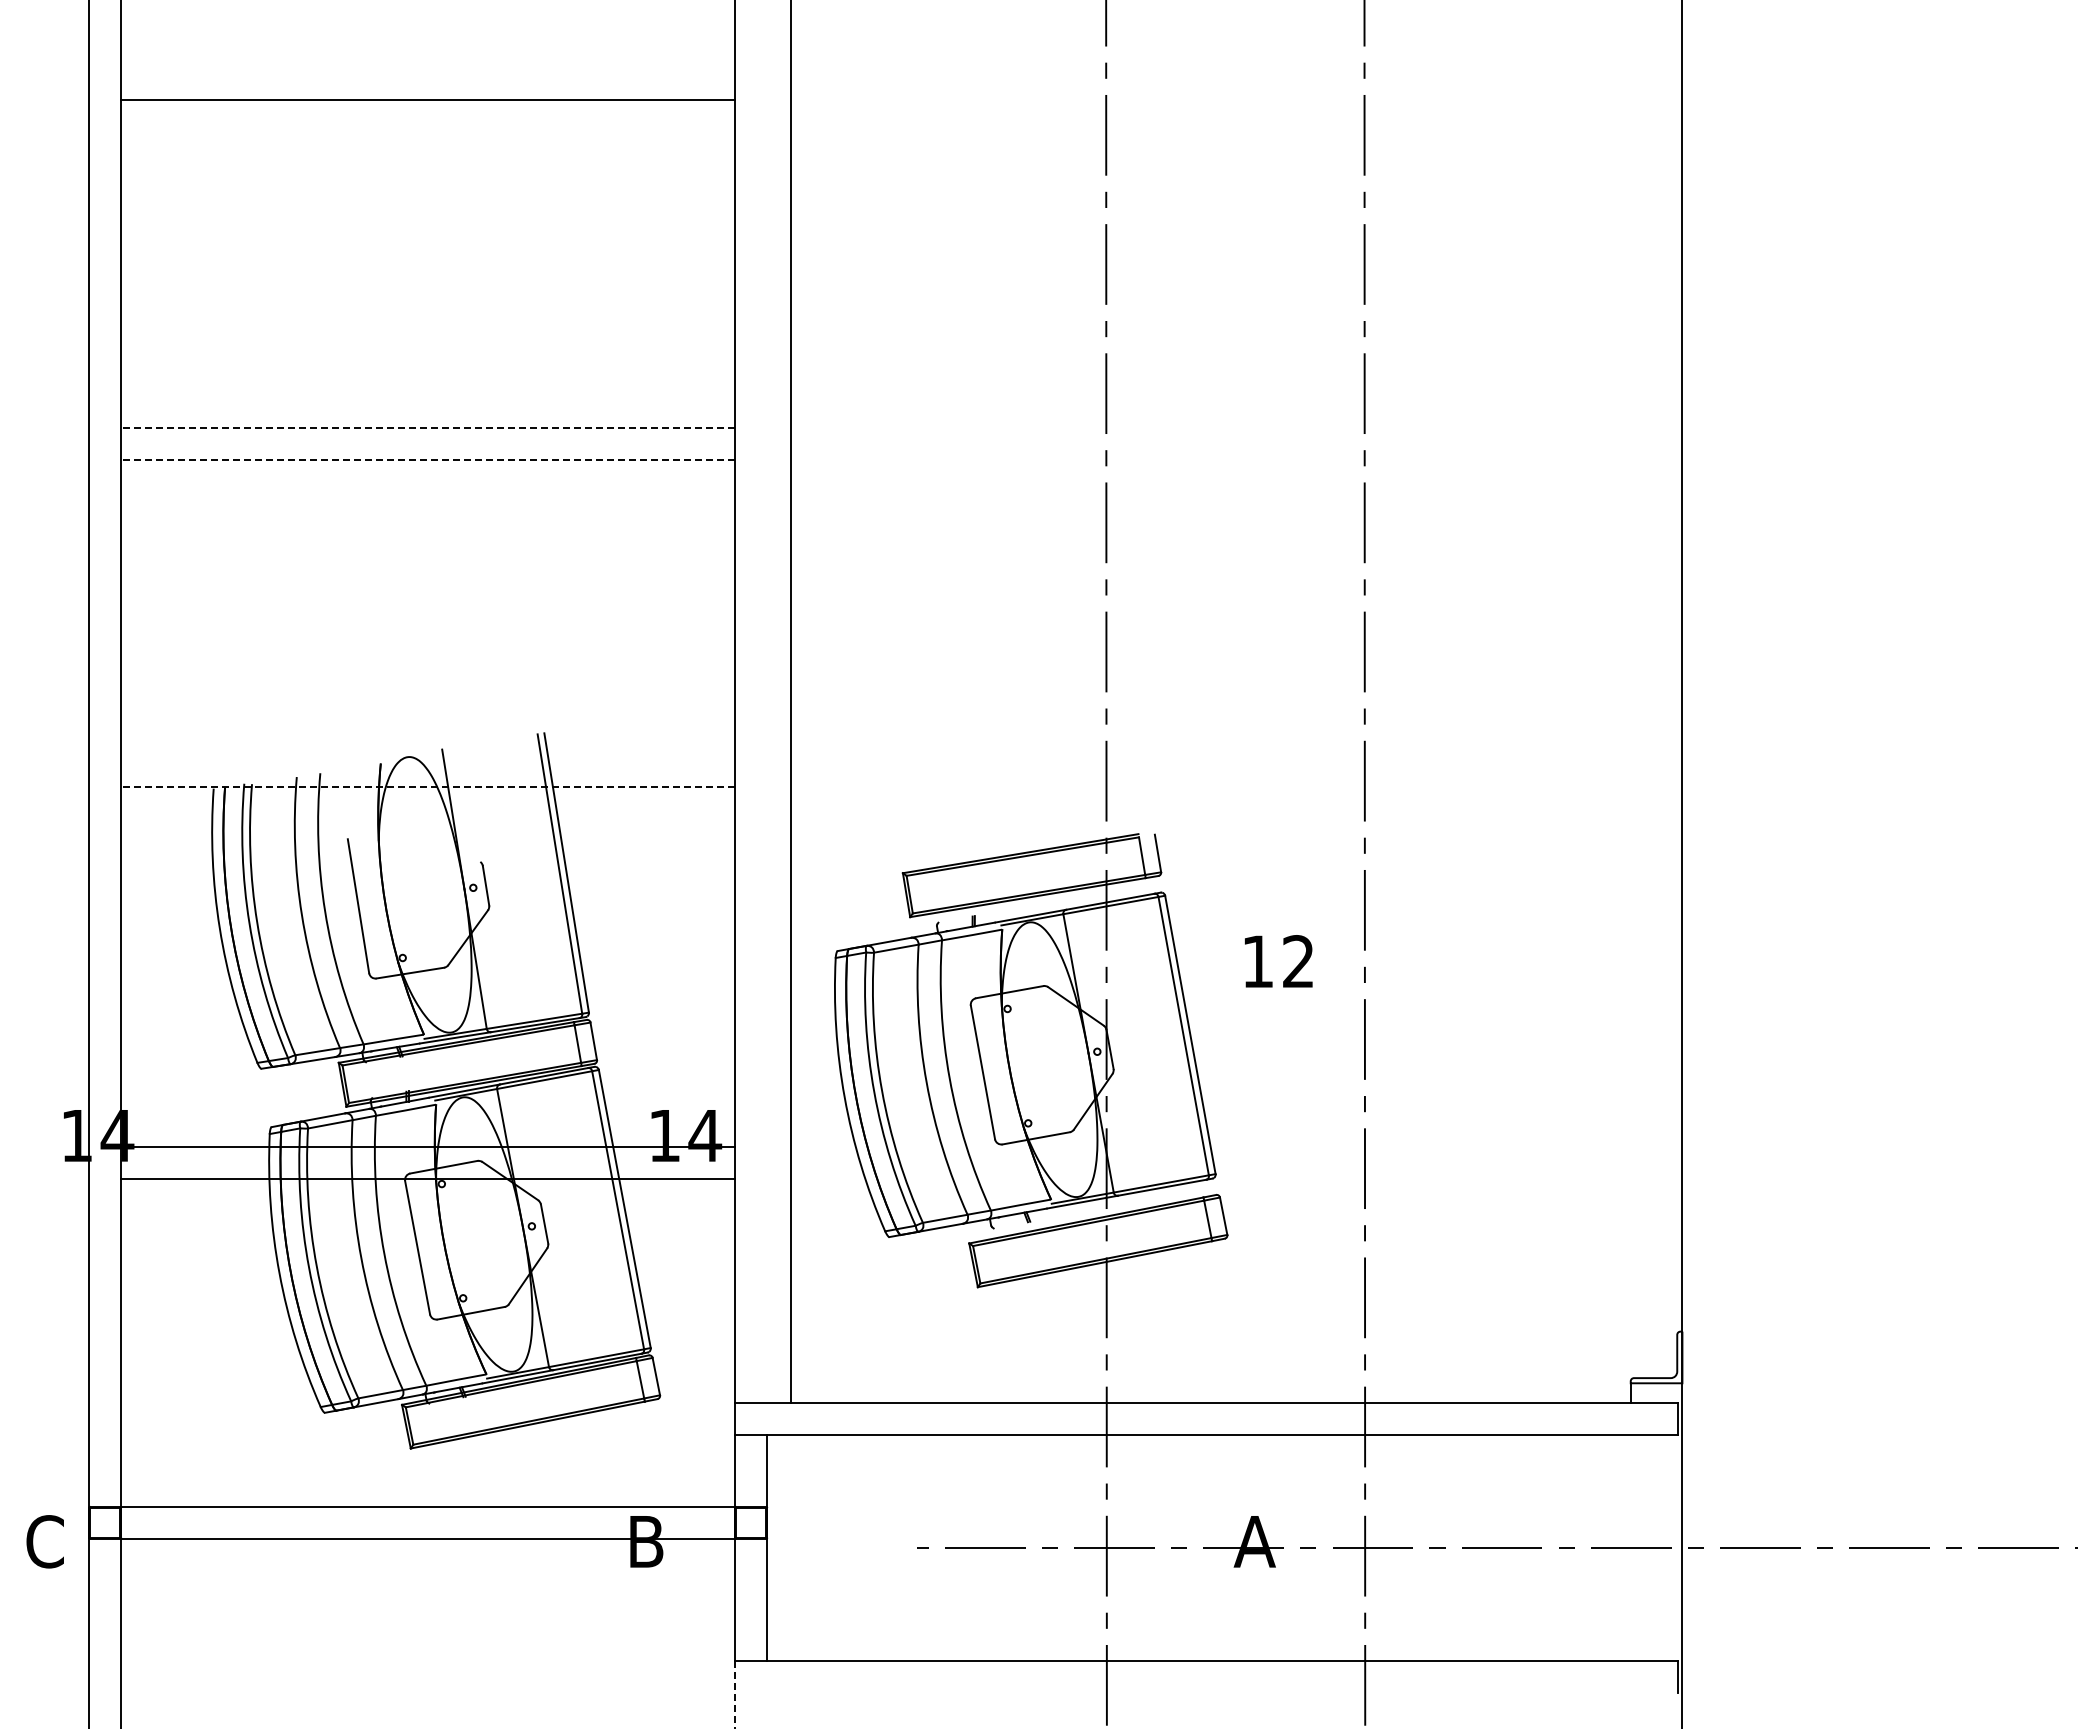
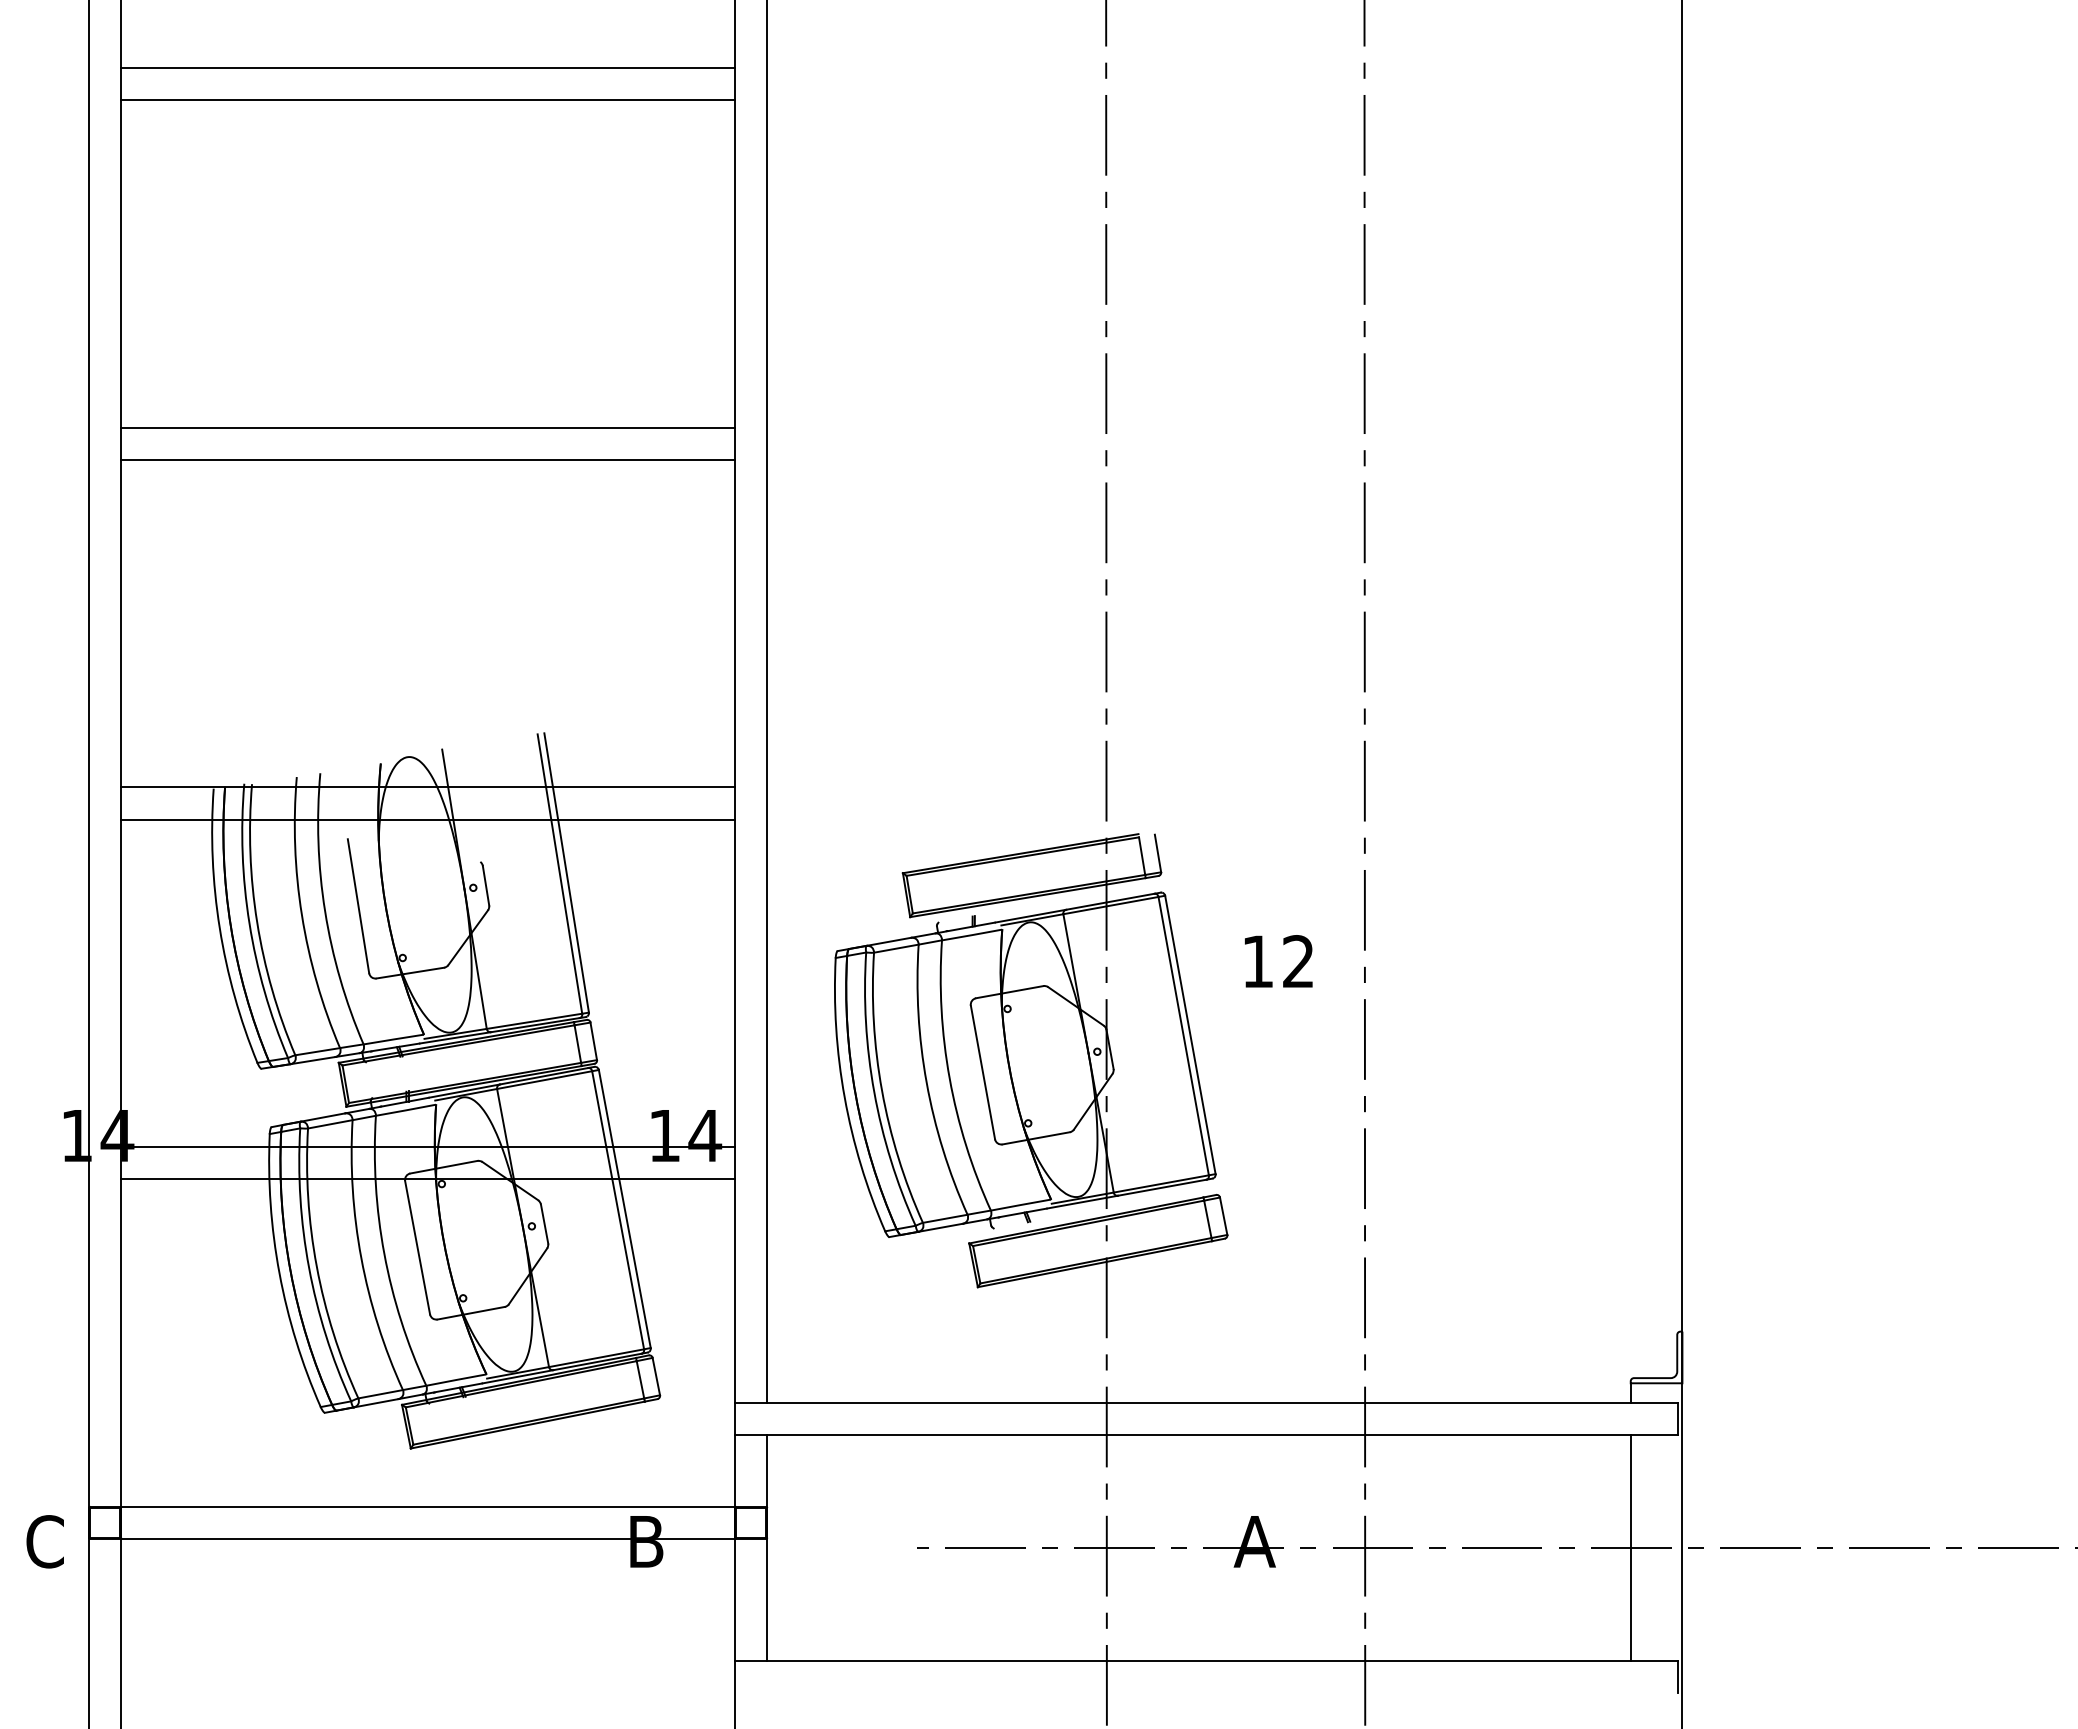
line at (427, 67): none -> present
line at (428, 427): dashed -> solid
line at (428, 459): dashed -> solid
line at (791, 702) position: (791, 702) -> (767, 702)
line at (428, 787): dashed -> solid
line at (427, 819): none -> present
line at (1630, 1547): none -> present
line at (734, 1695): dashed -> solid
